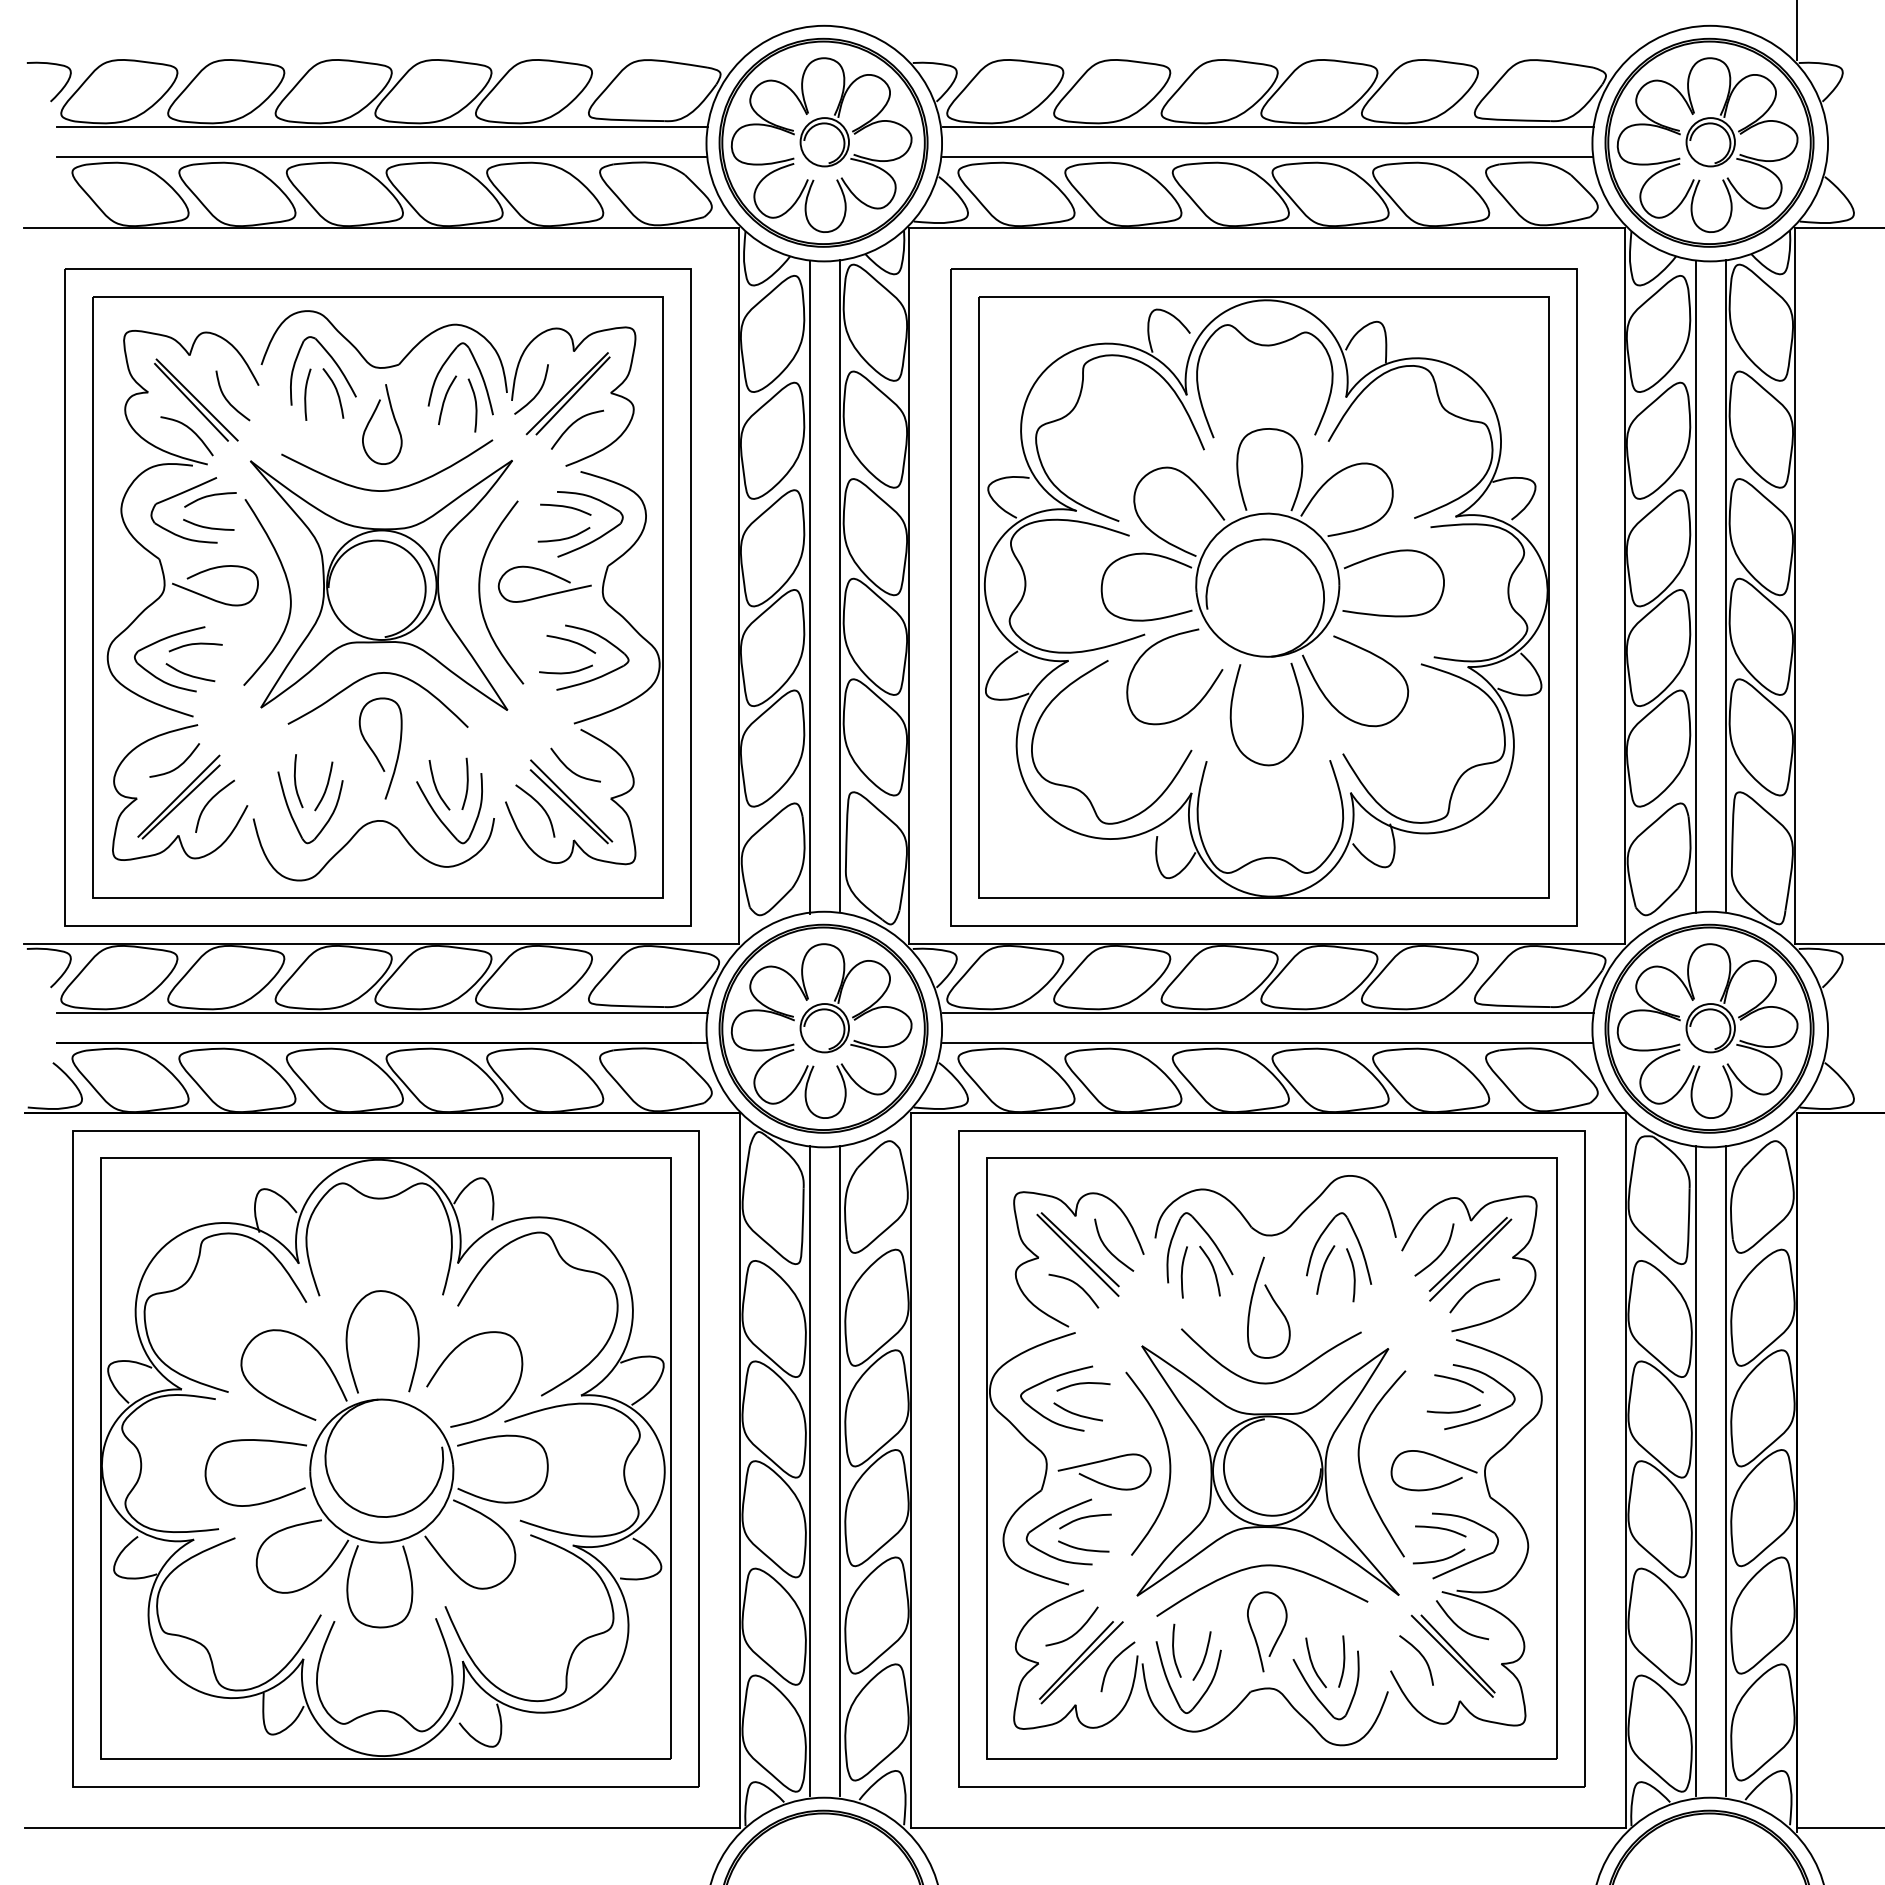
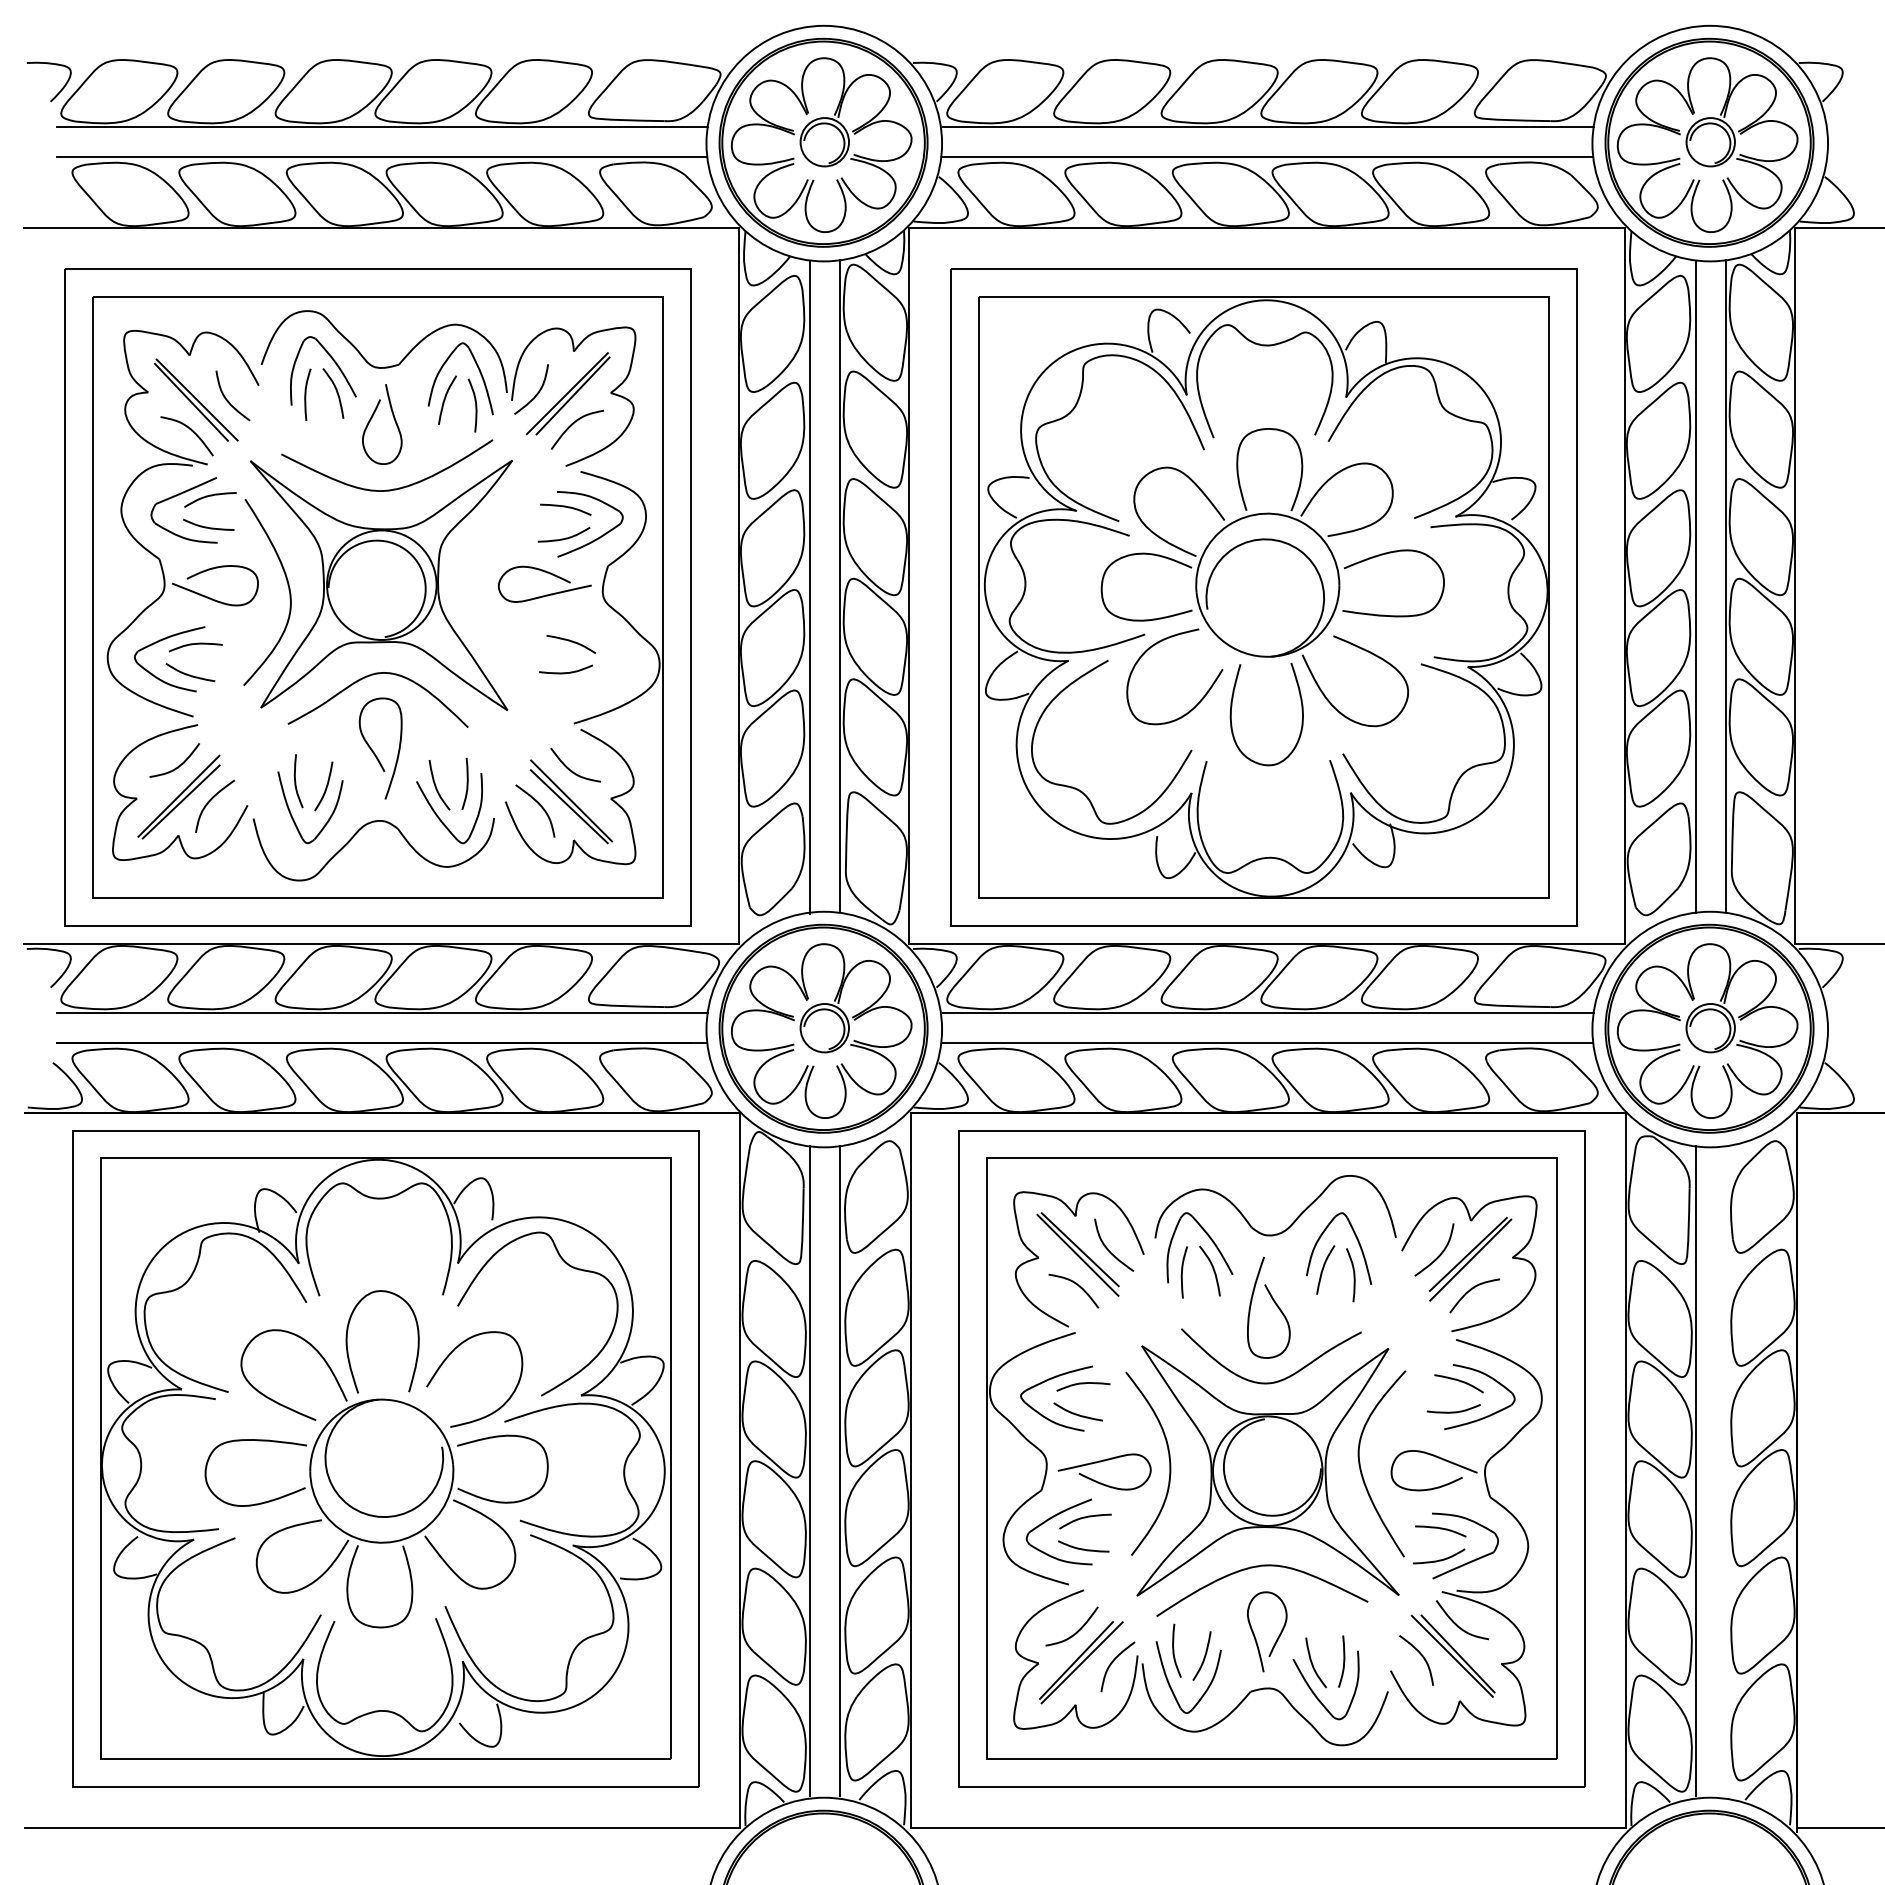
line at (1796, 31): present -> none
curve at (480, 592): present -> none
part at (598, 676): present -> none
line at (1725, 1470): present -> none
